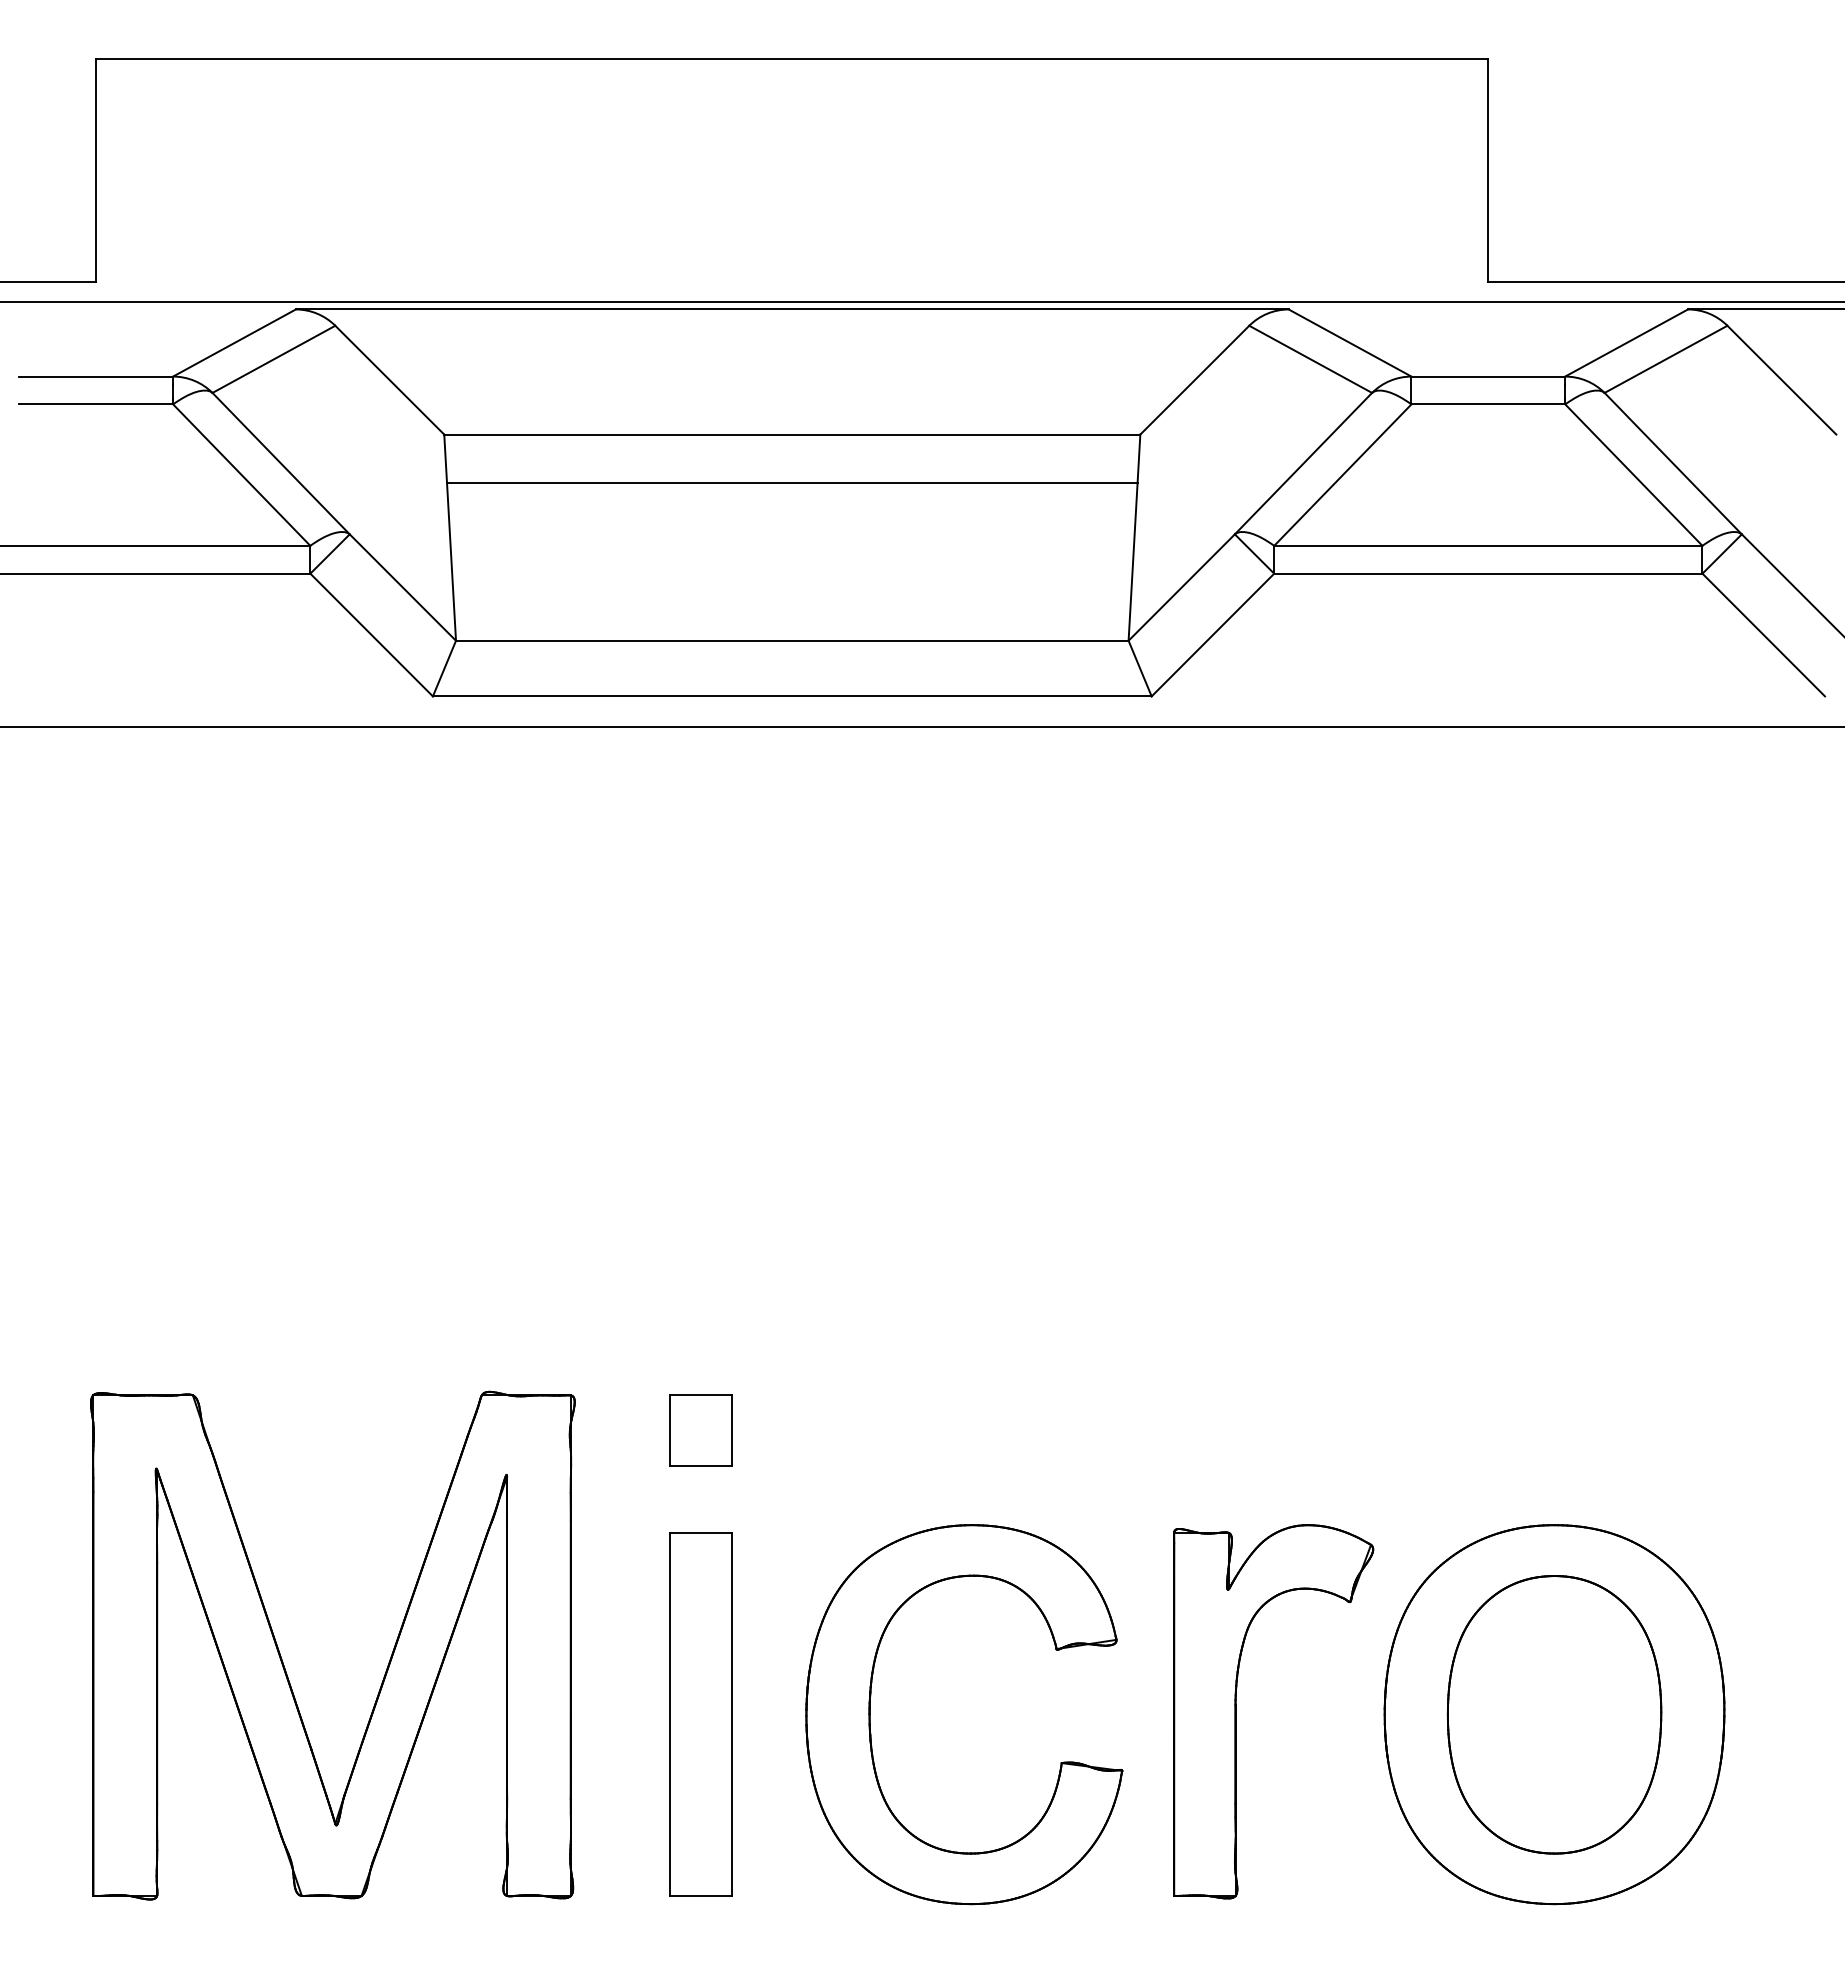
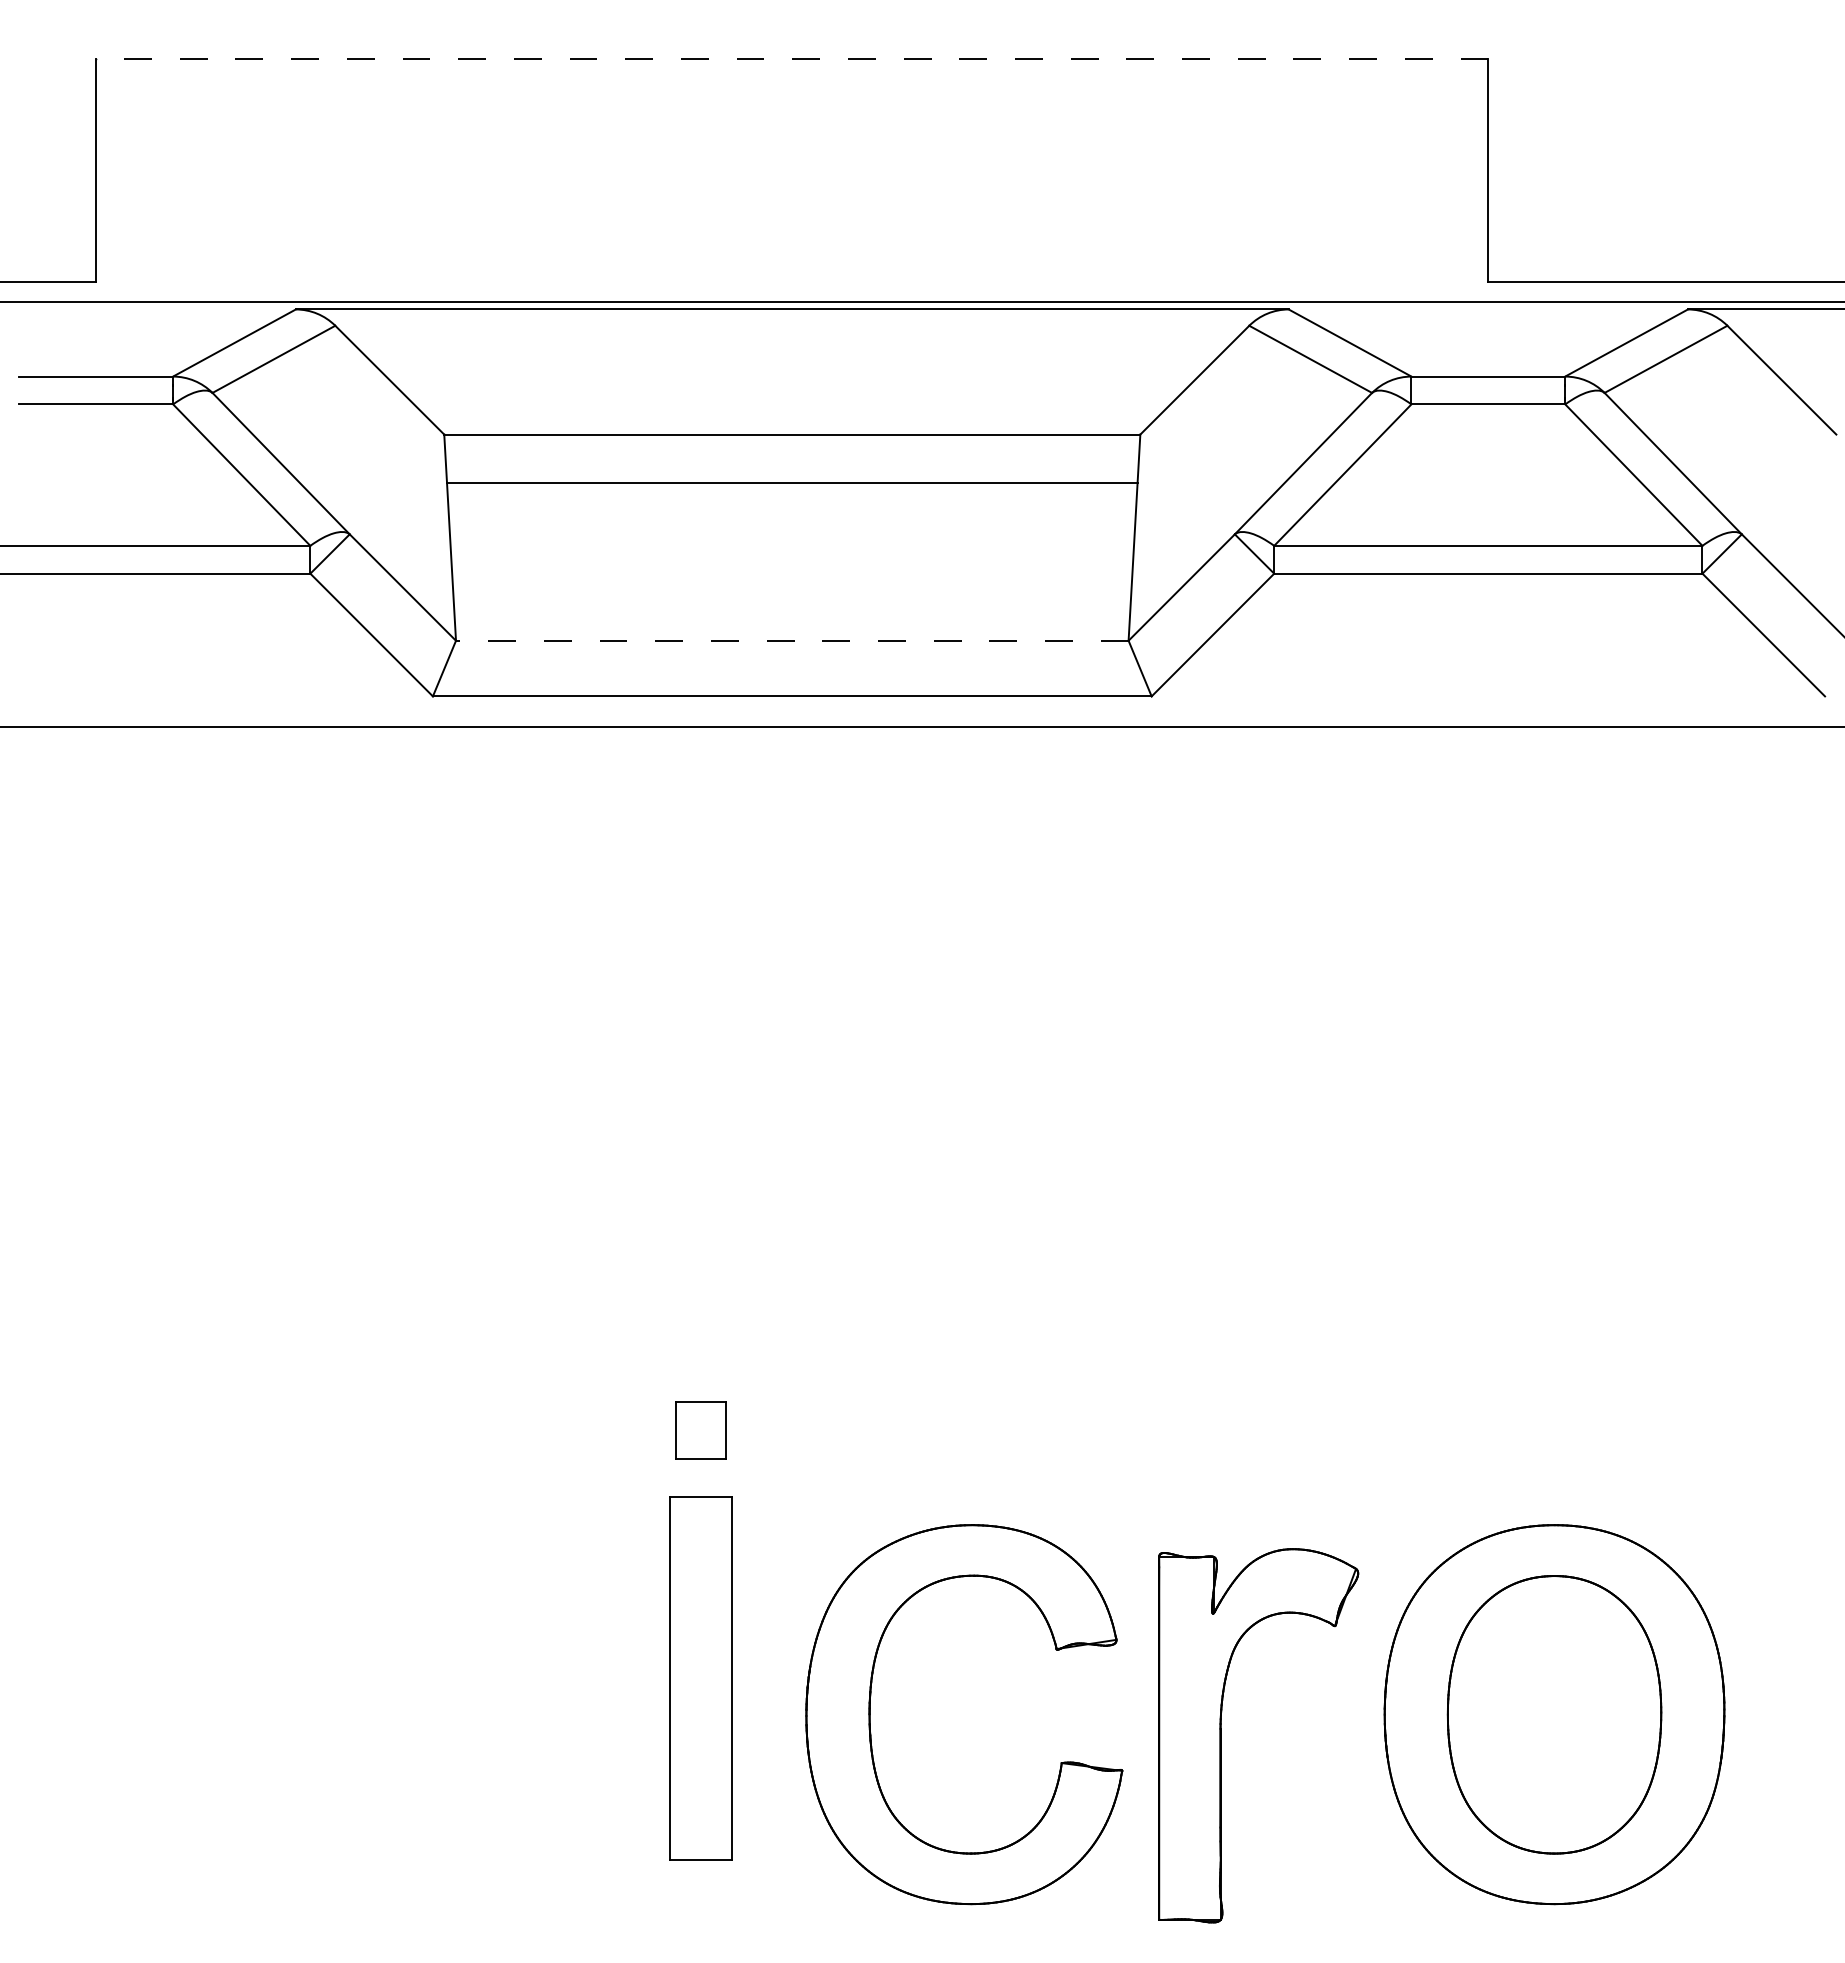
line at (791, 58): solid -> dashed
line at (791, 640): solid -> dashed
part at (700, 1430) size: 64x73 px -> 52x59 px
part at (283, 1662): present -> none
part at (1236, 1711) position: (1236, 1711) -> (1221, 1735)
part at (700, 1714) position: (700, 1714) -> (700, 1678)
